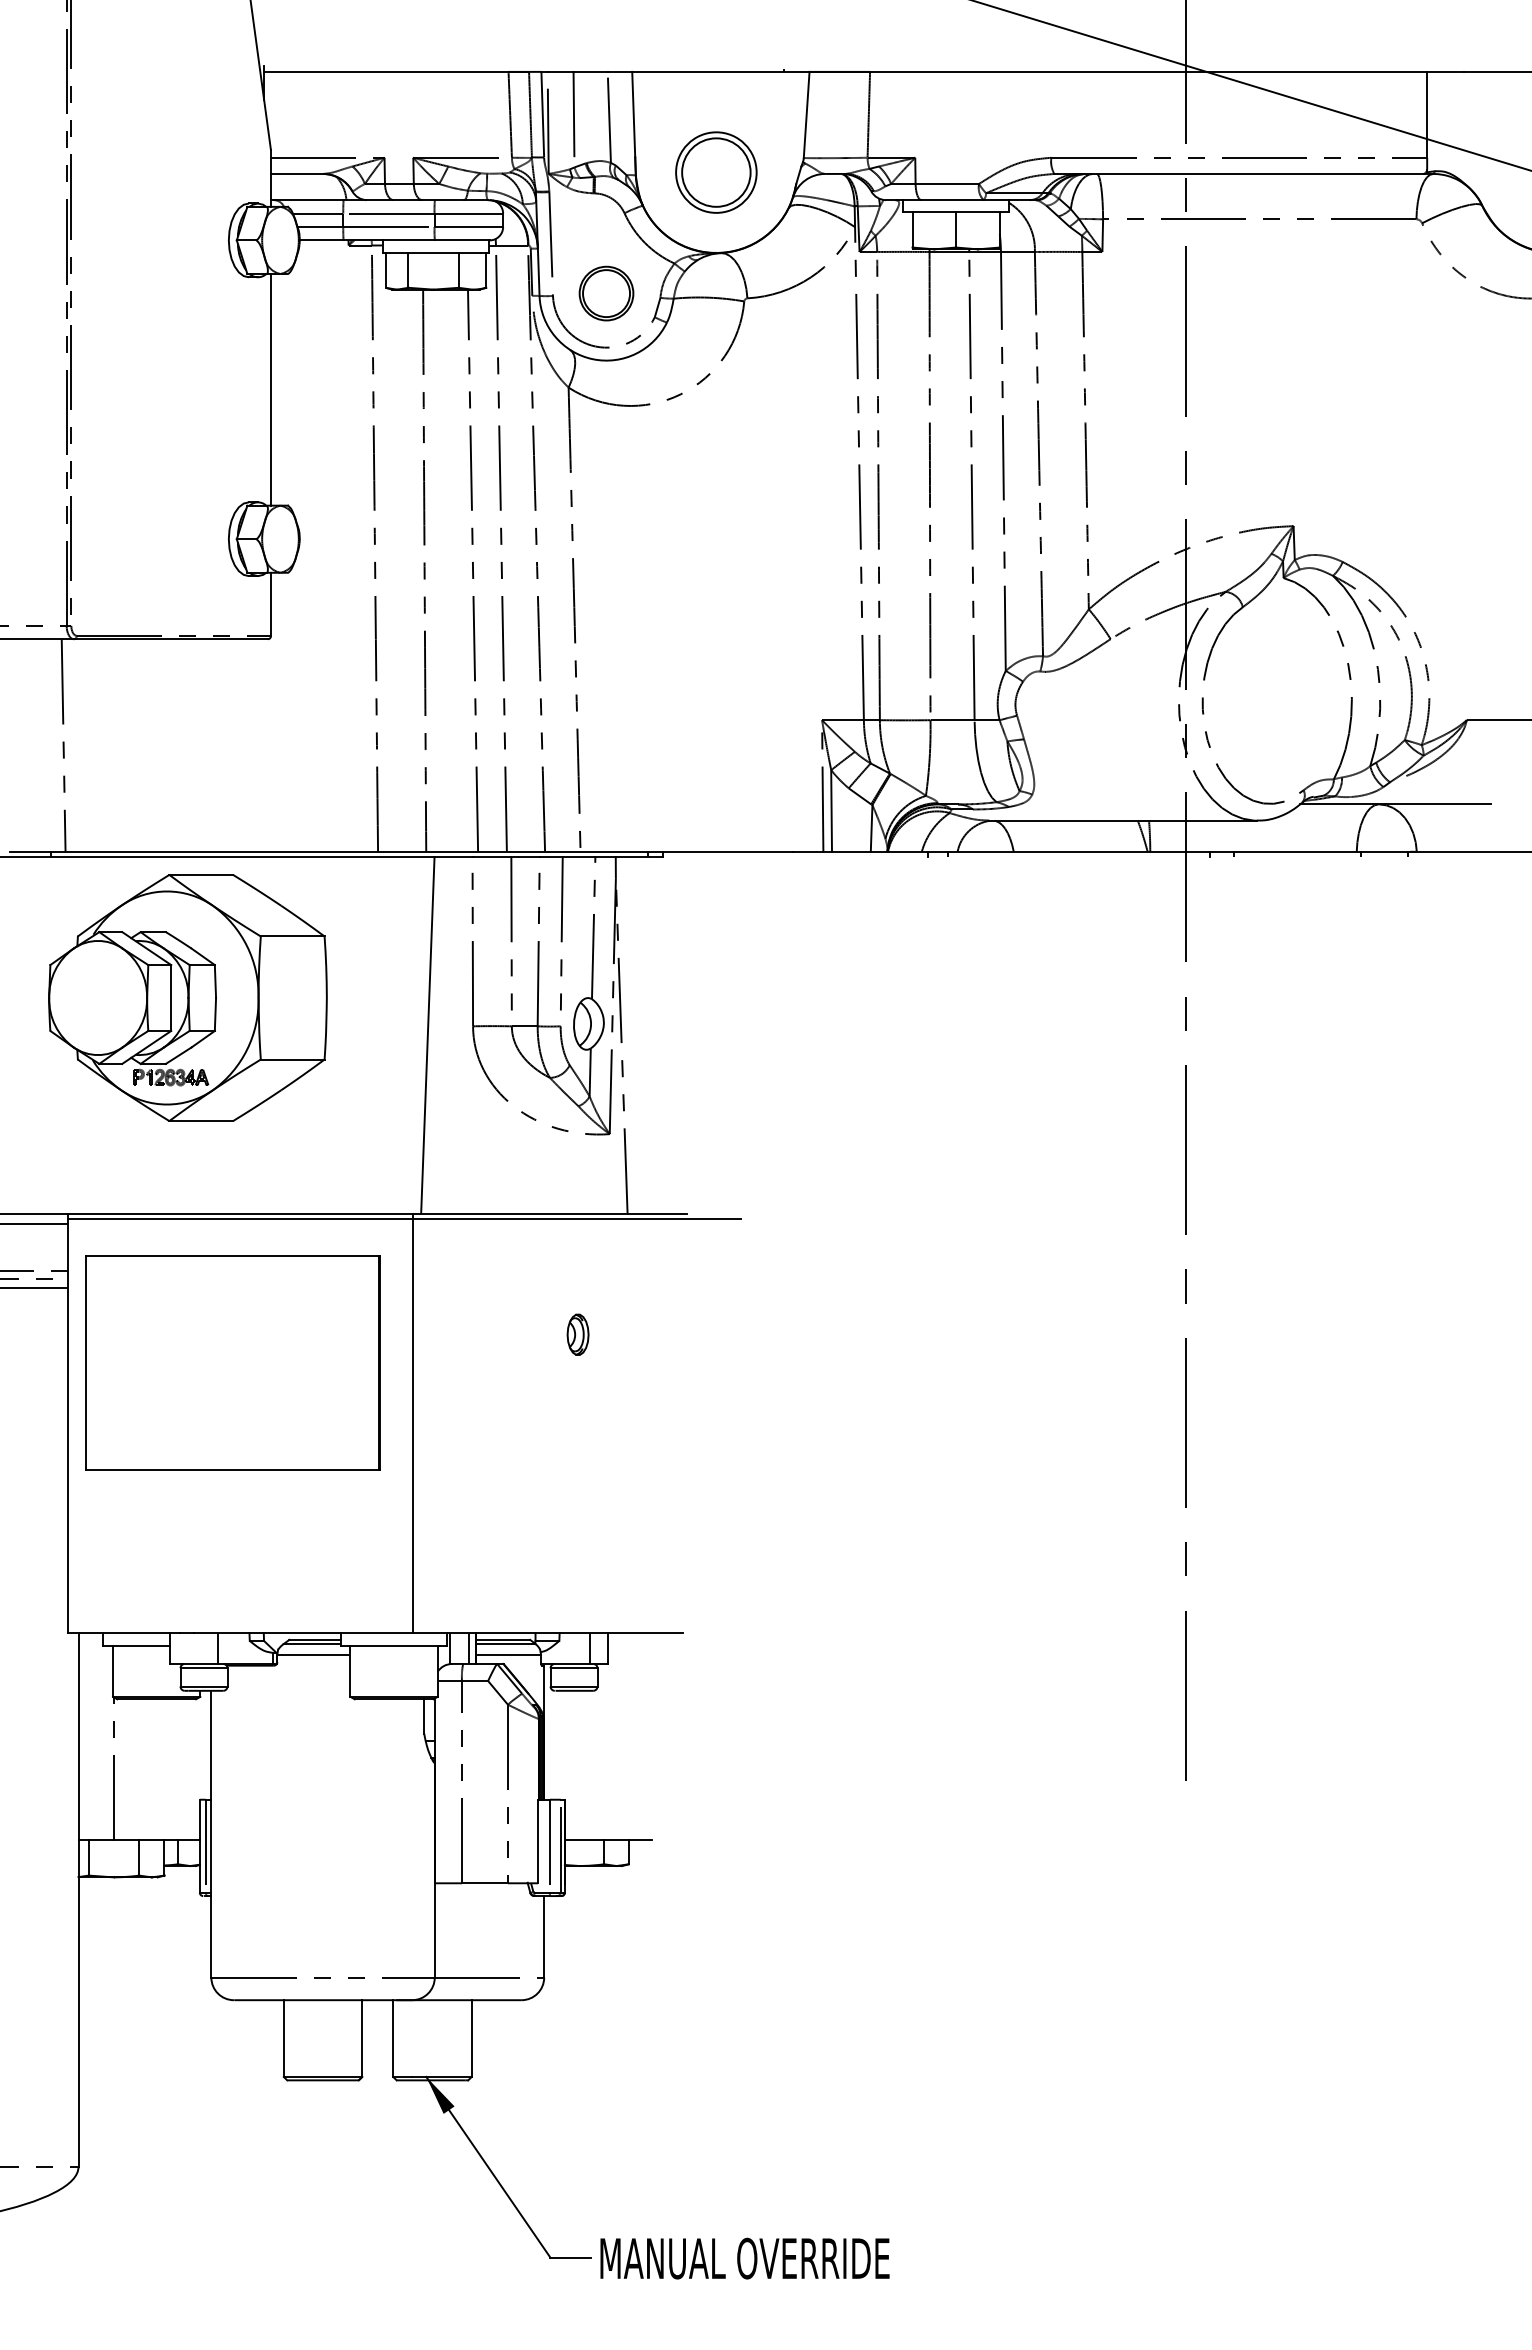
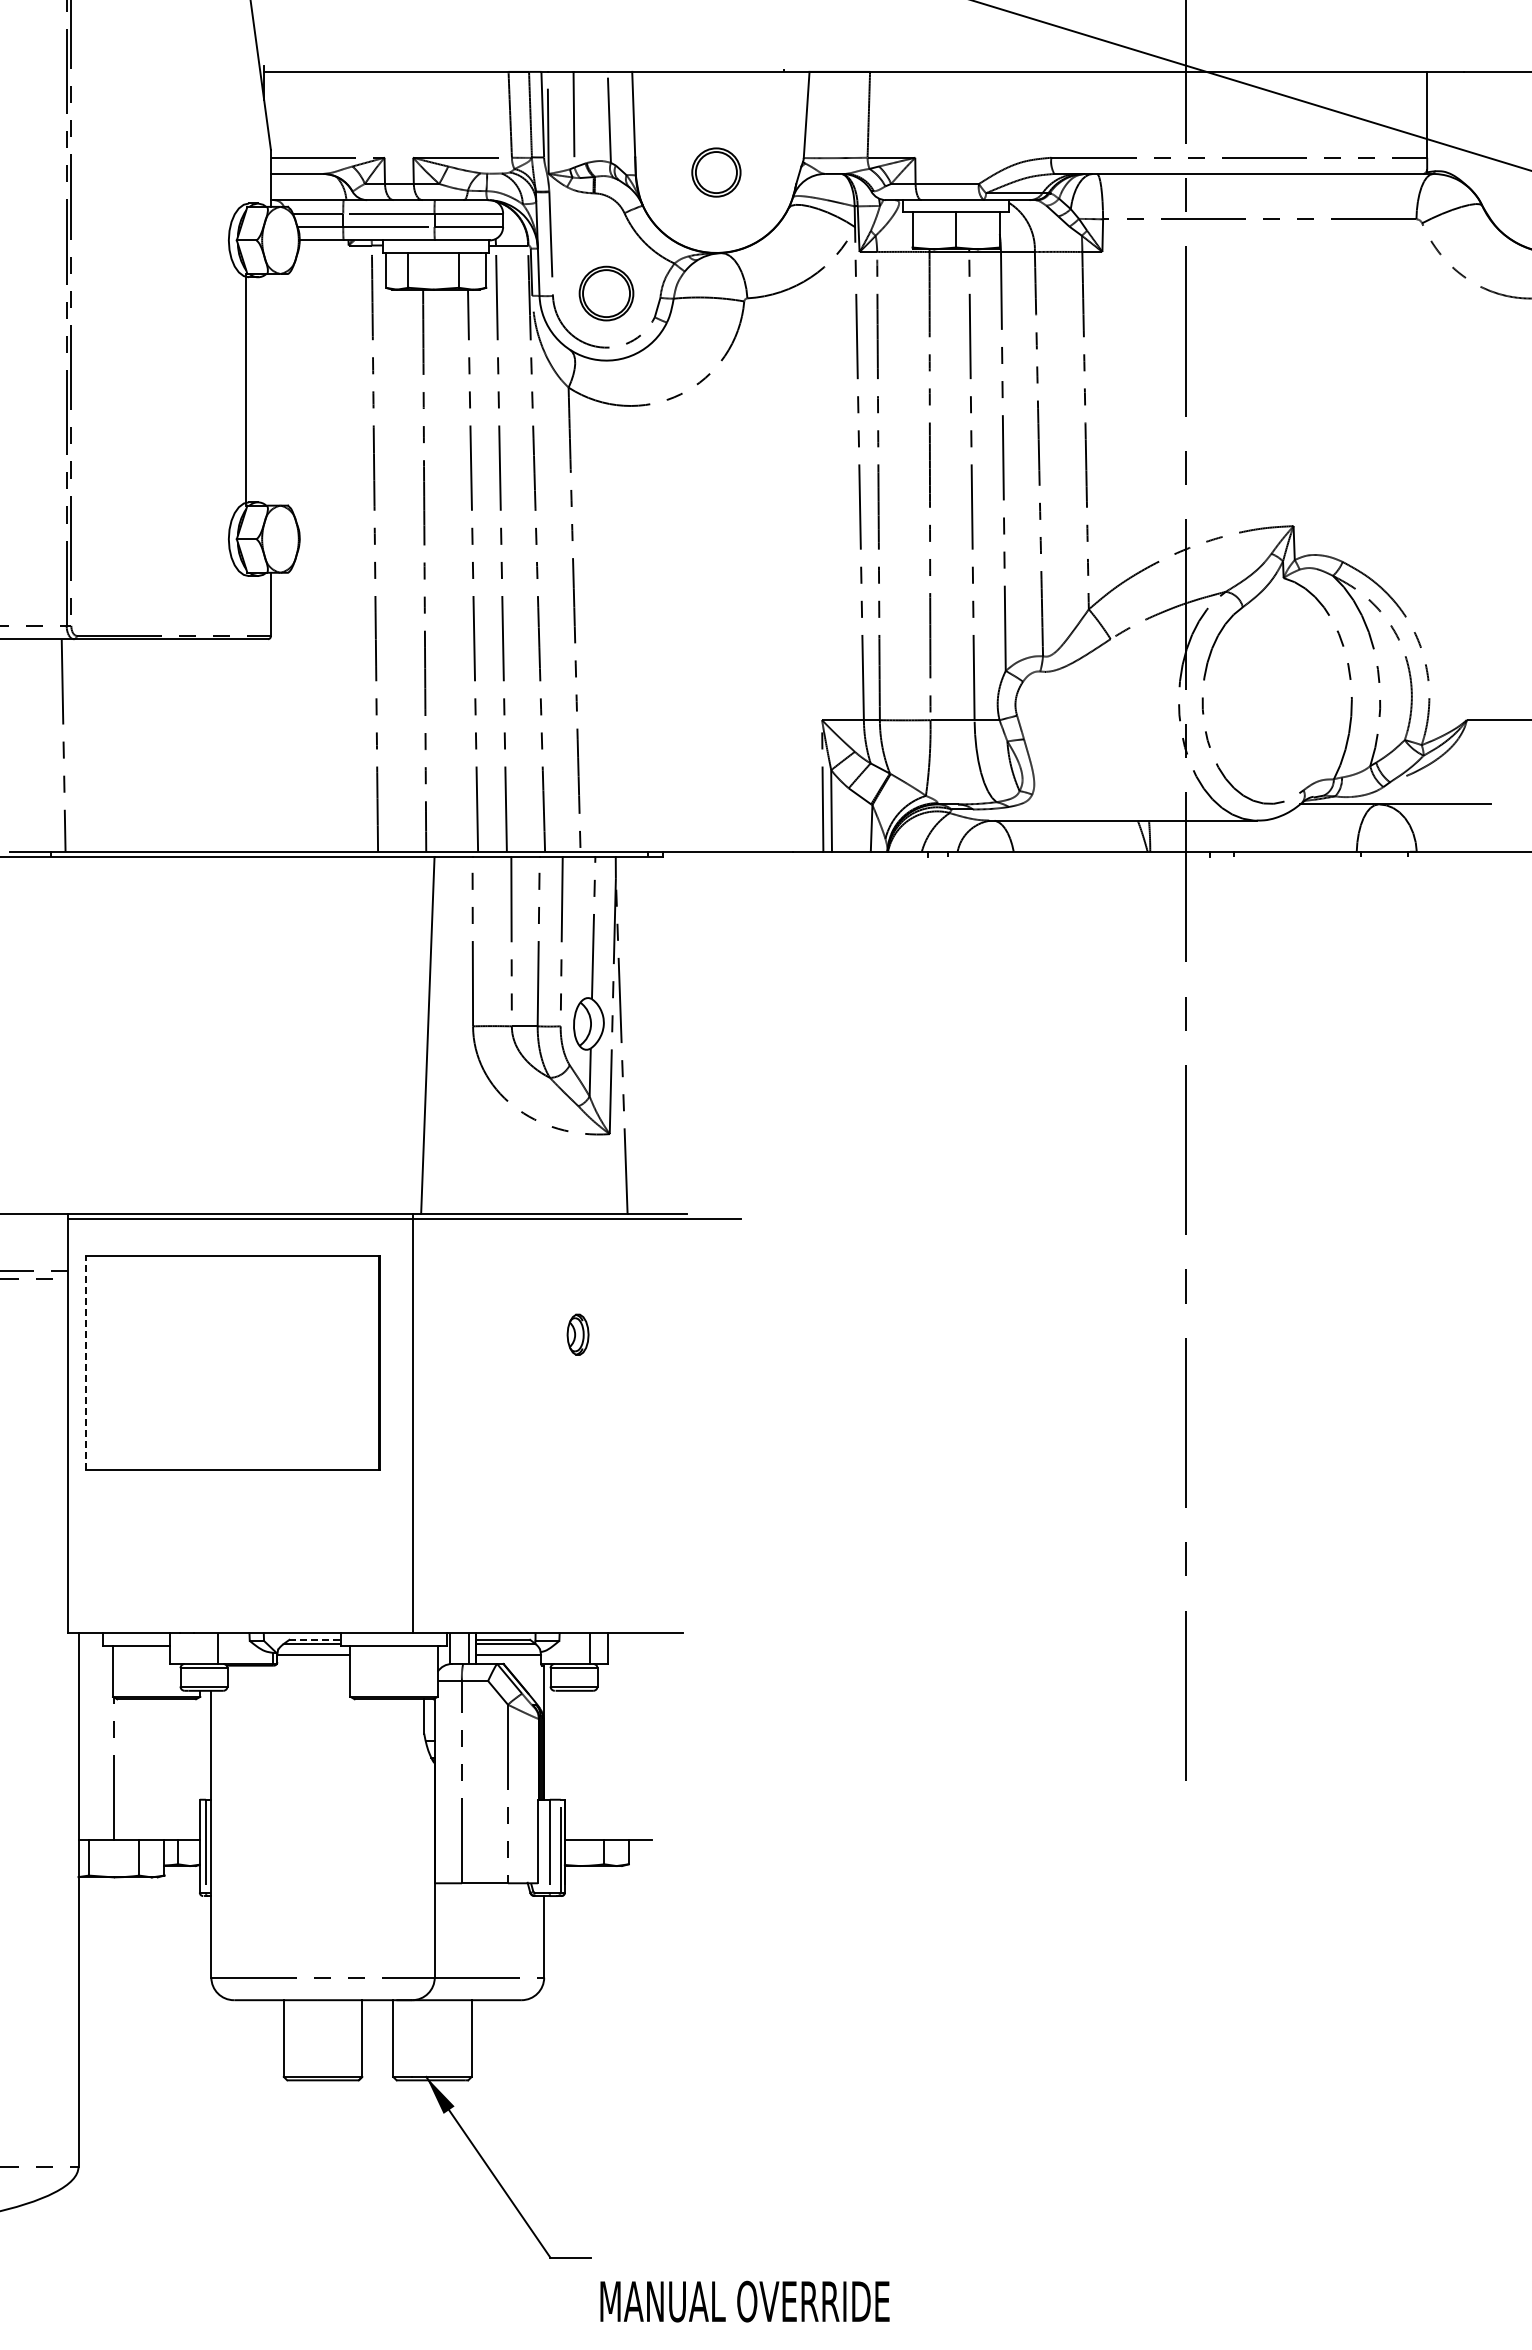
part at (716, 172) size: 83x83 px -> 51x51 px
line at (270, 389) position: (270, 389) -> (245, 389)
part at (187, 997): present -> none
line at (35, 1223): present -> none
line at (35, 1288): present -> none
line at (86, 1363): solid -> dashed
line at (315, 1639): solid -> dashed
text at (744, 2258) position: (744, 2258) -> (744, 2301)
